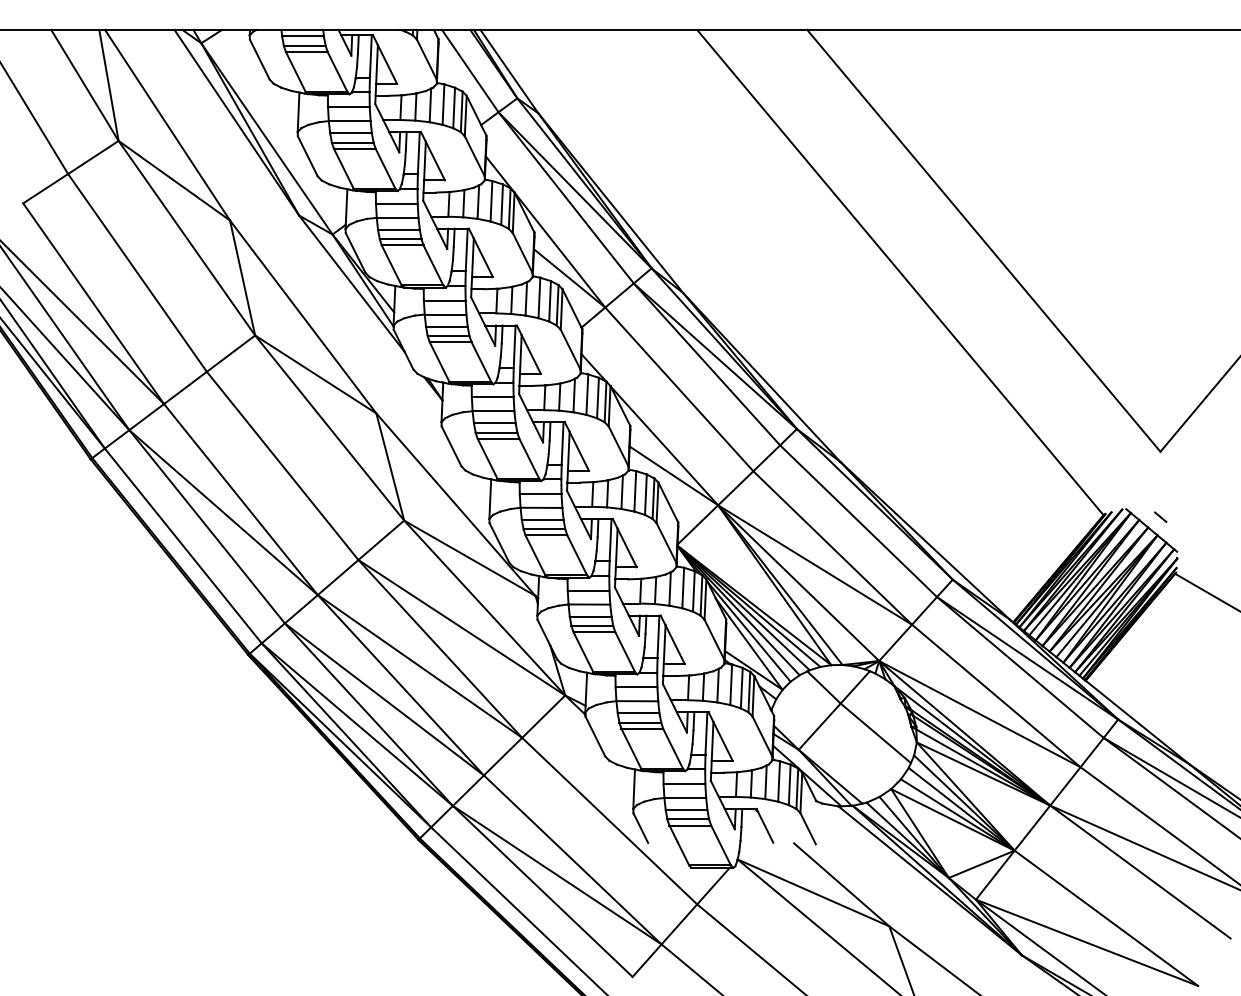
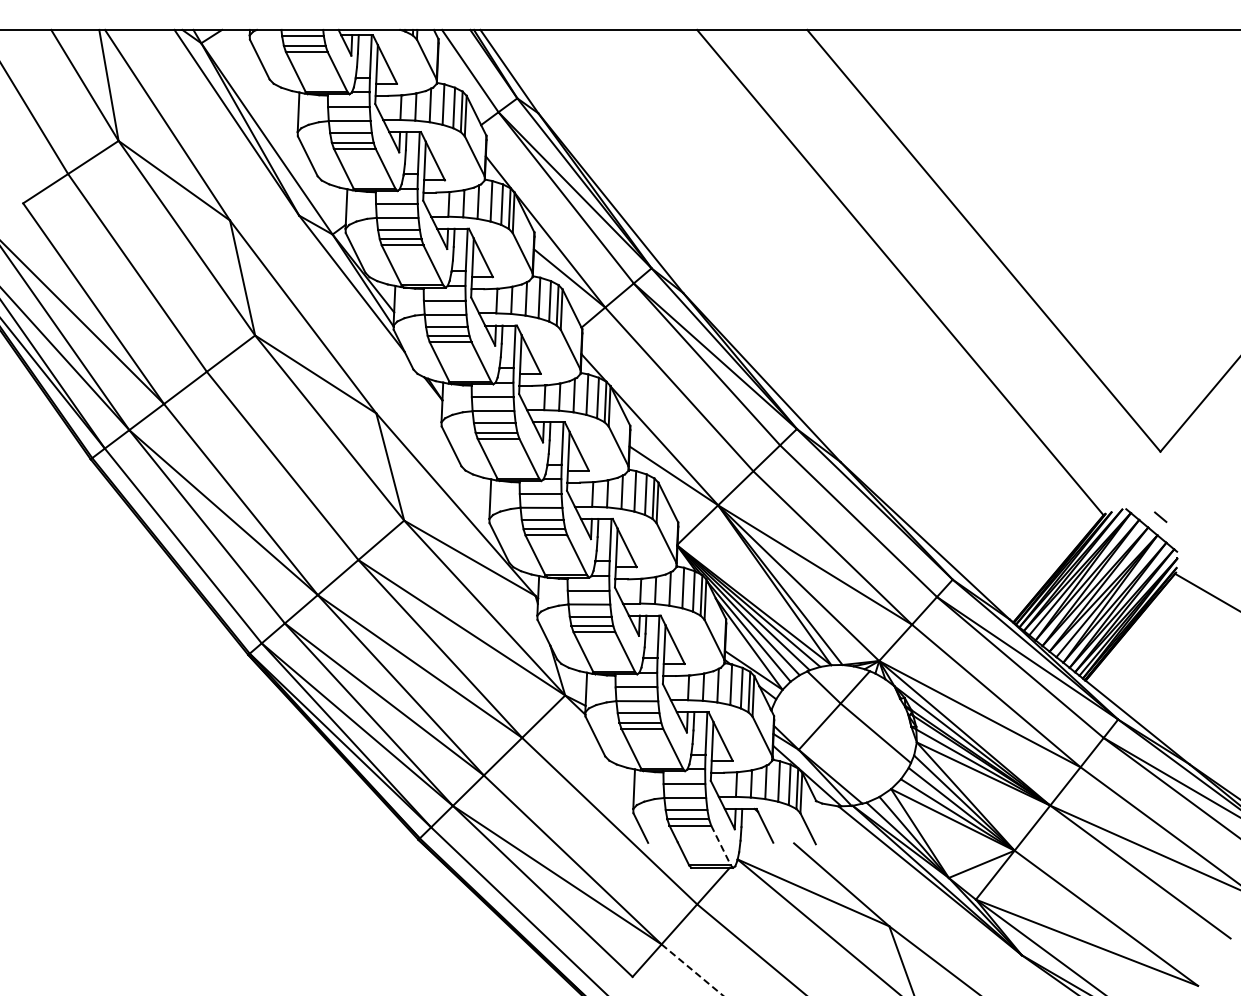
line at (721, 845): solid -> dashed
line at (692, 969): solid -> dashed
